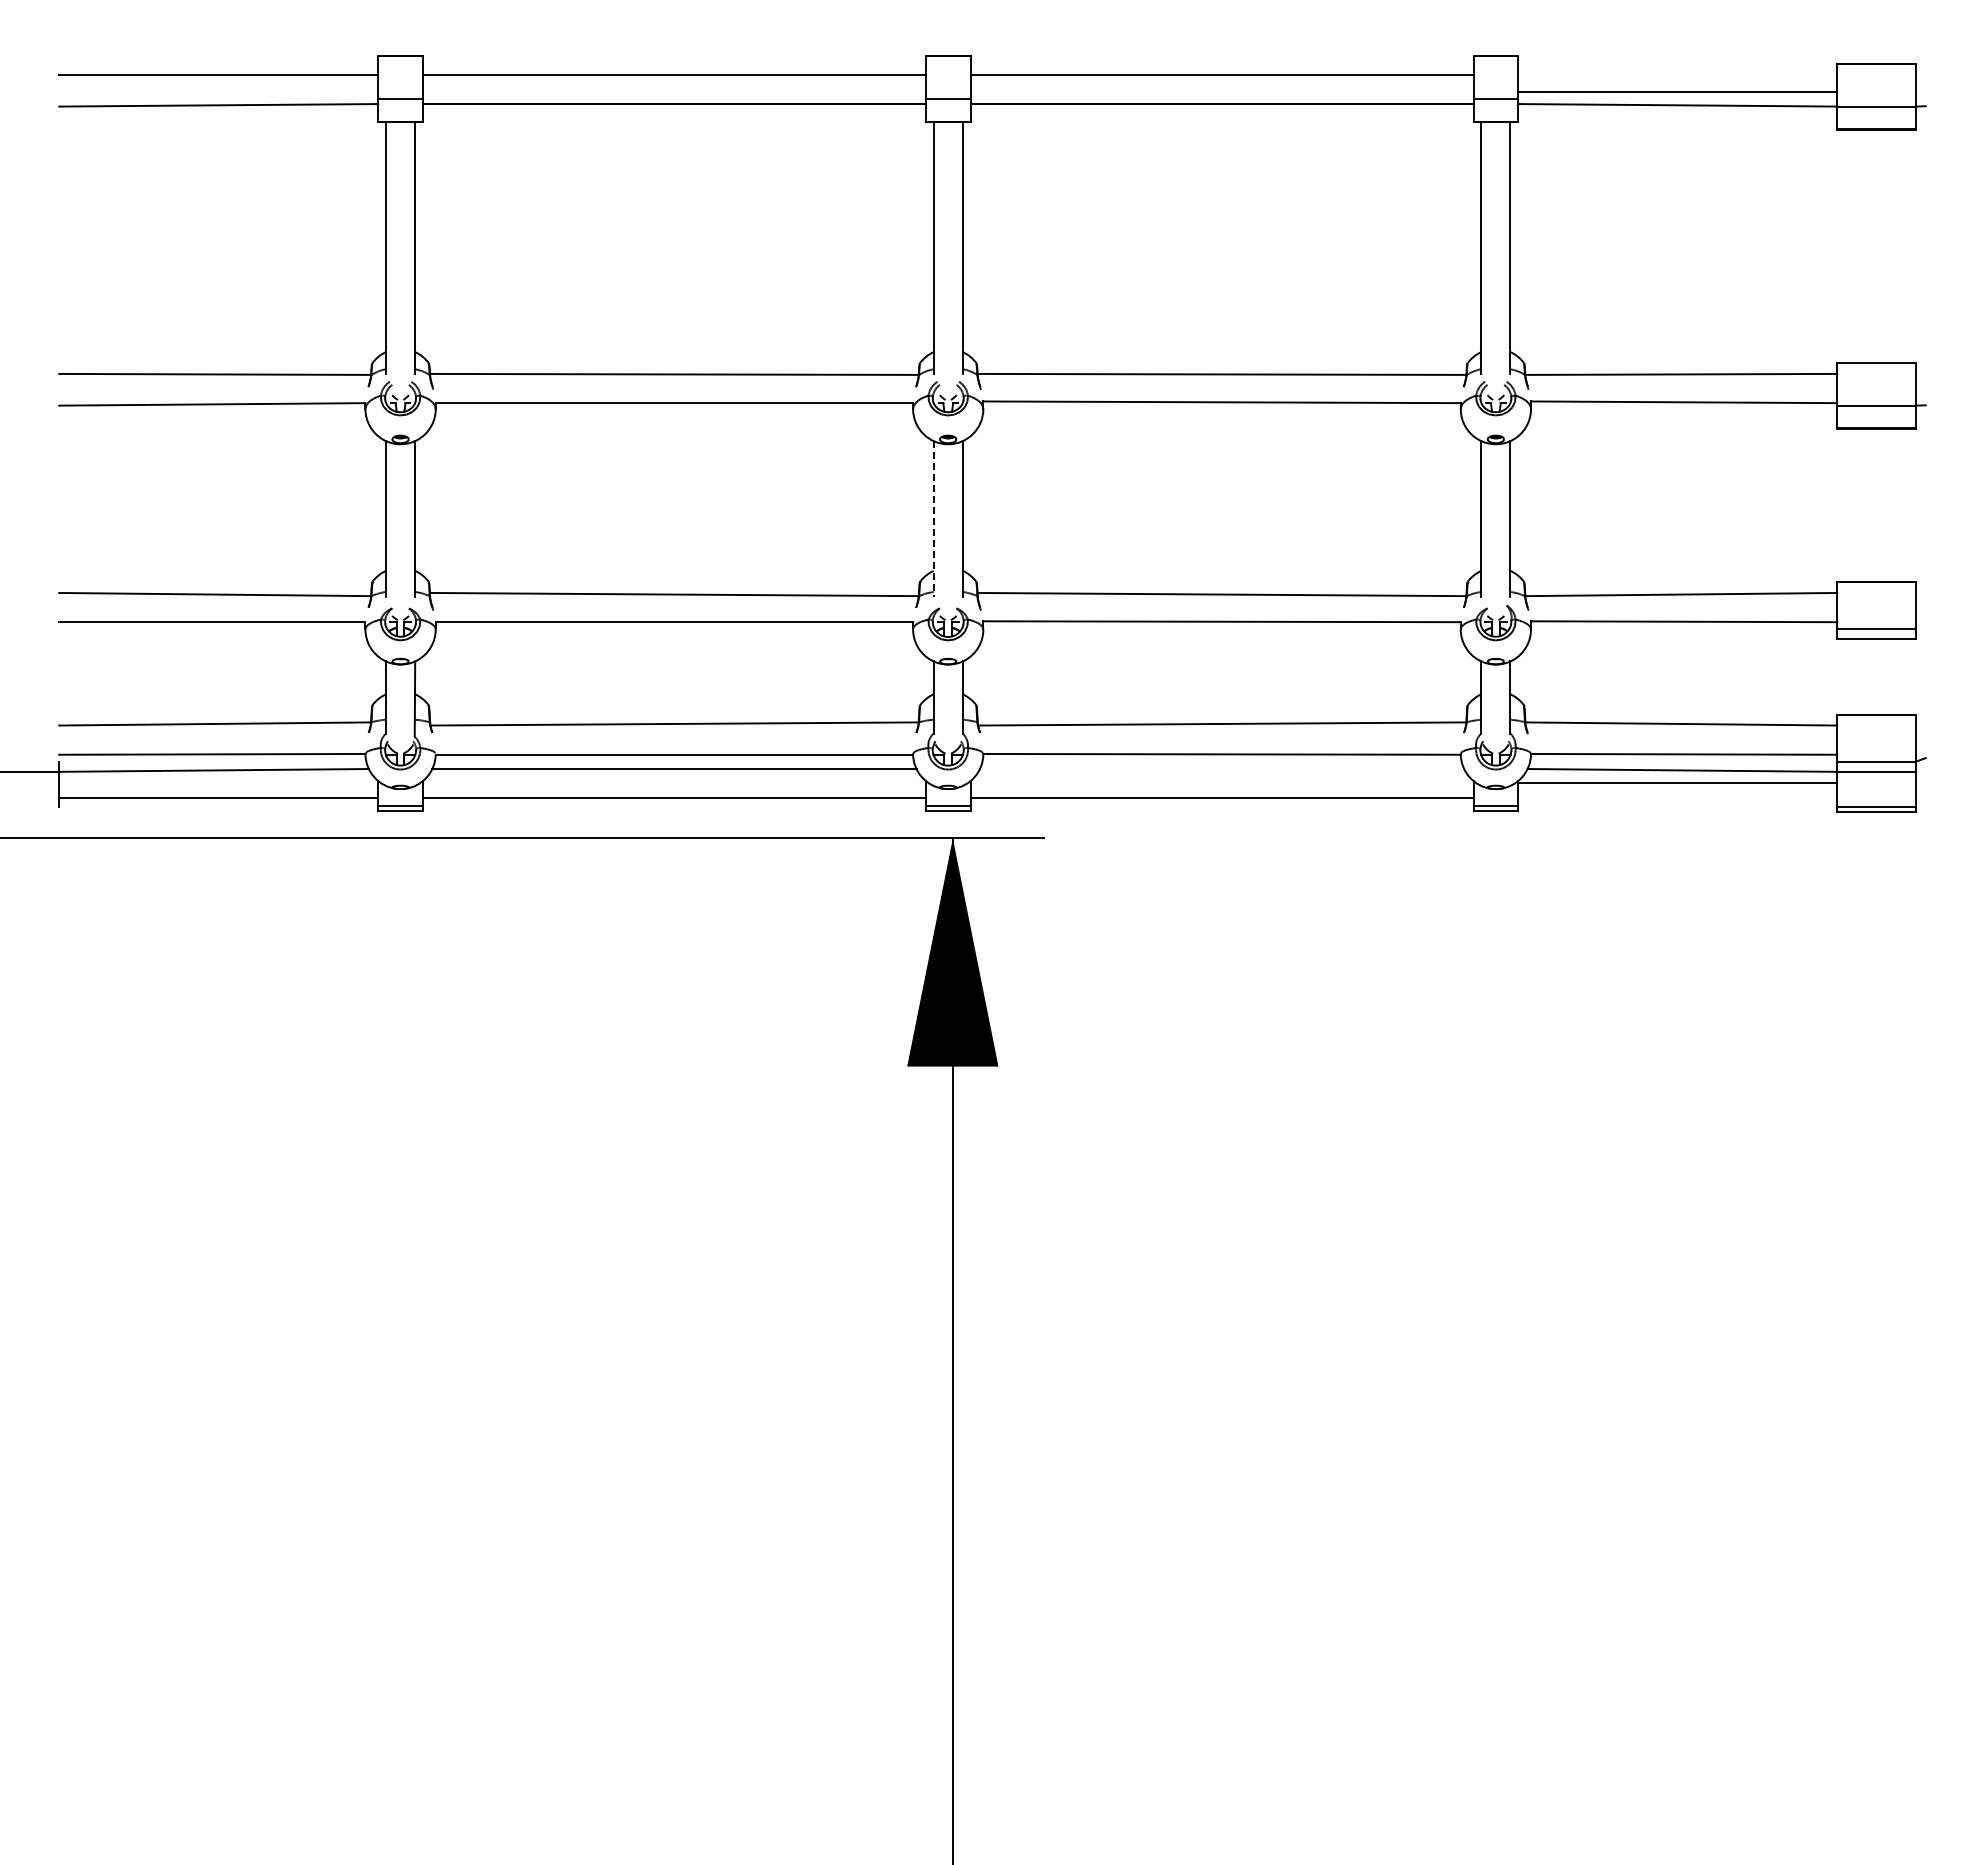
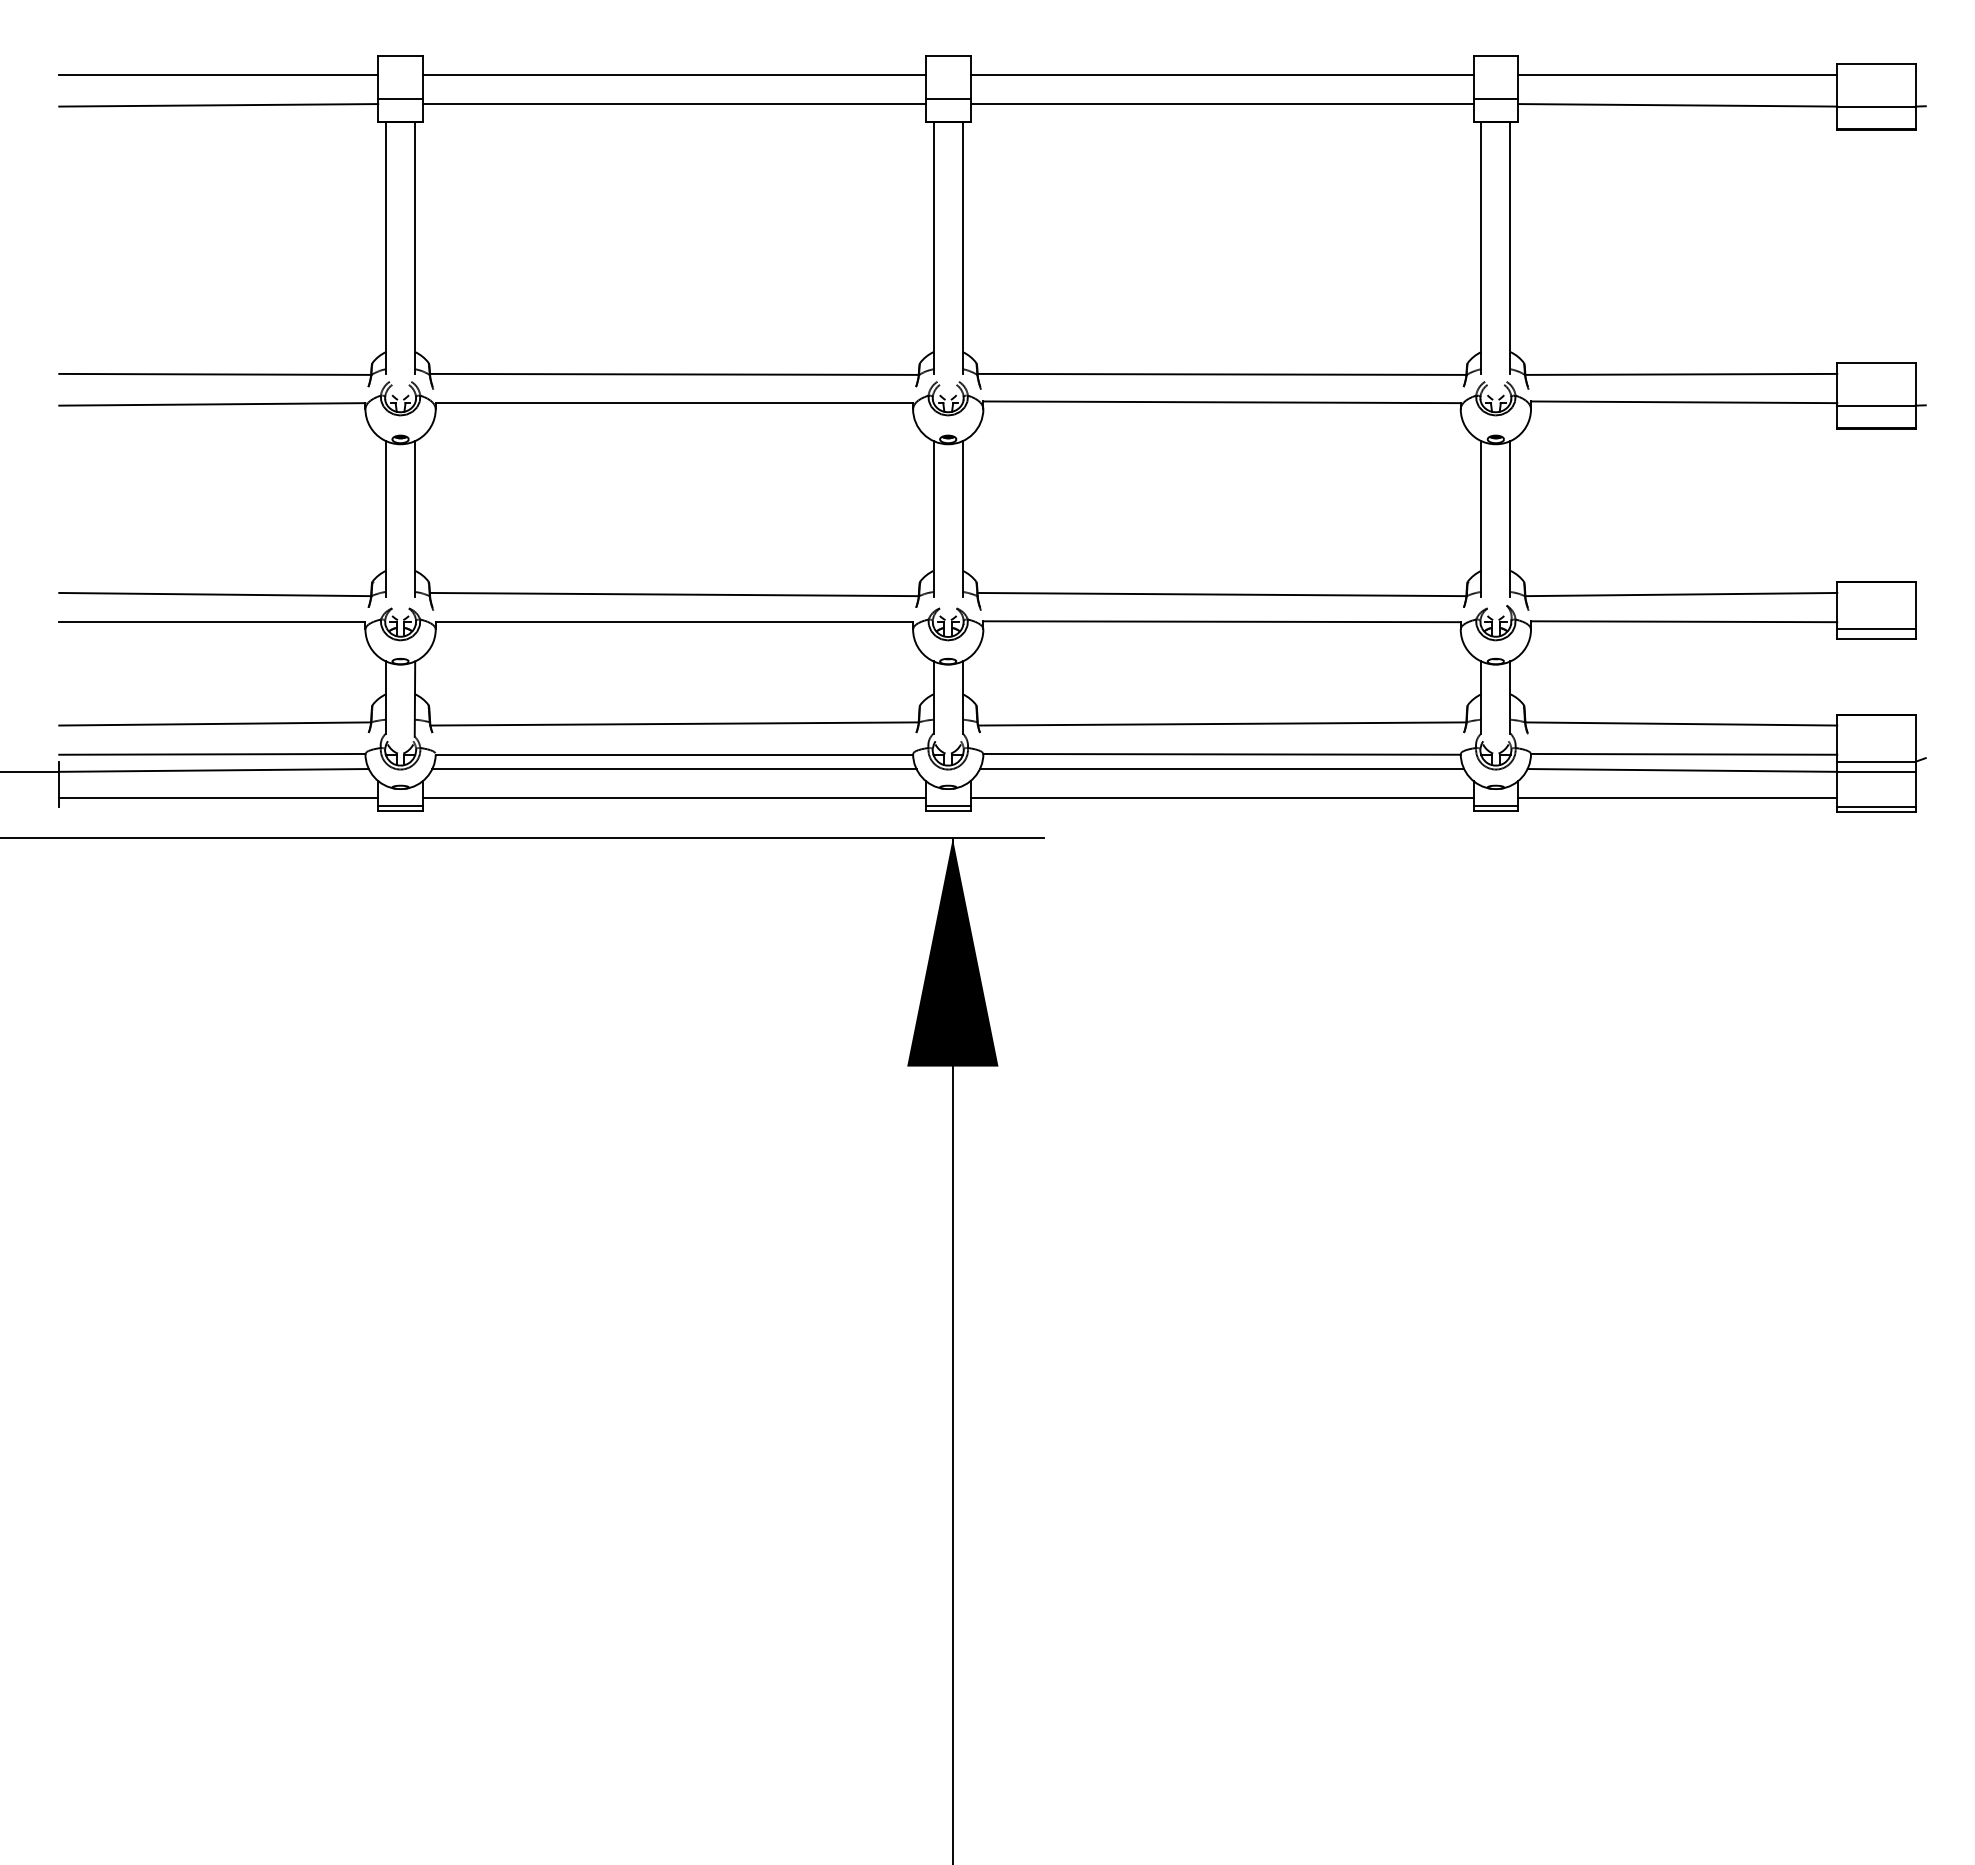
line at (1677, 91) position: (1677, 91) -> (1677, 74)
line at (933, 518): dashed -> solid
line at (1222, 769): none -> present
line at (1677, 783) position: (1677, 783) -> (1677, 798)
